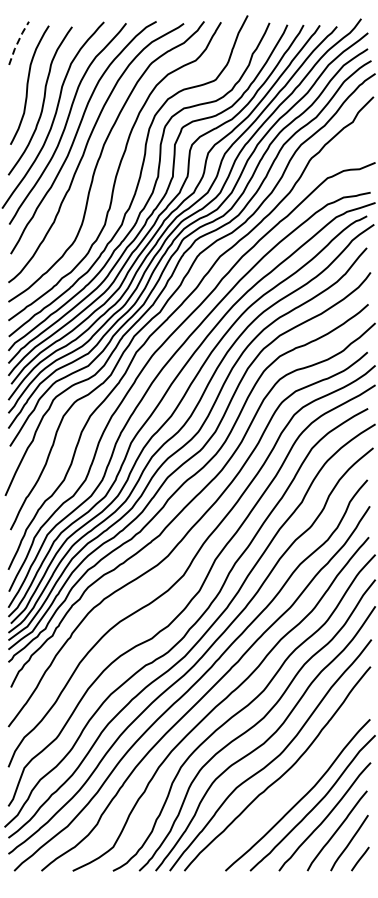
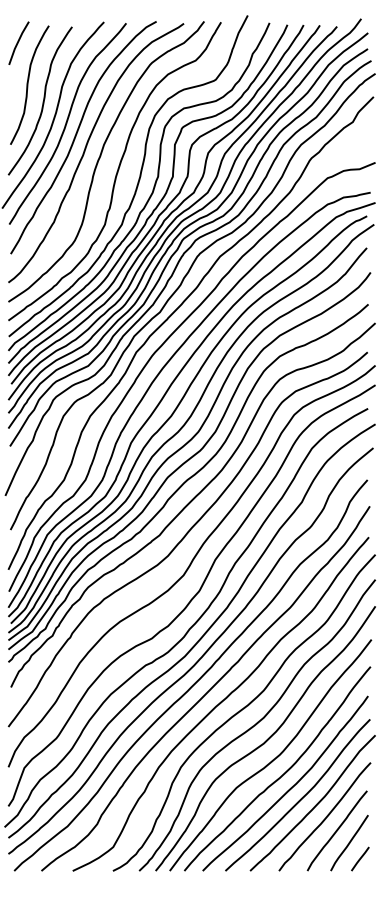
line at (18, 41): dashed -> solid
curve at (290, 787): none -> present
